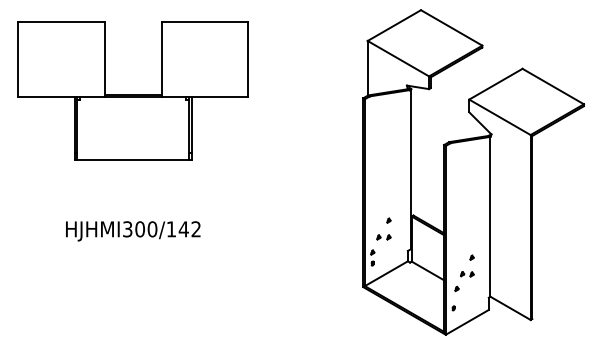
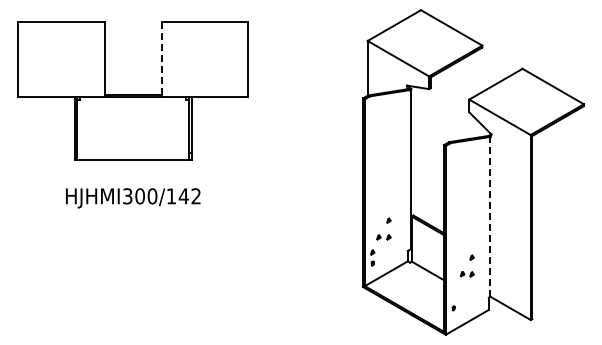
line at (161, 59): solid -> dashed
line at (490, 216): solid -> dashed
text at (133, 231) position: (133, 231) -> (133, 198)
part at (456, 288): present -> none
